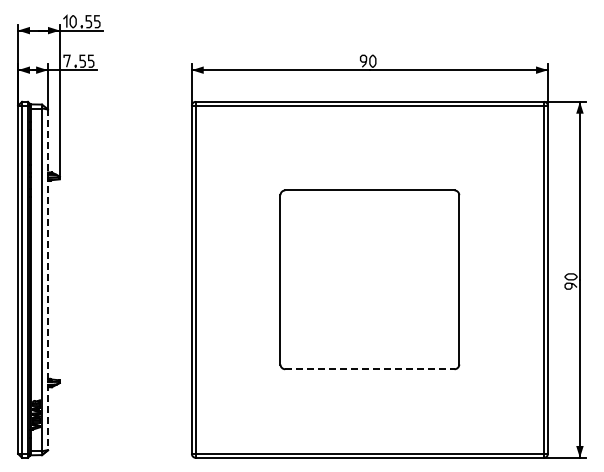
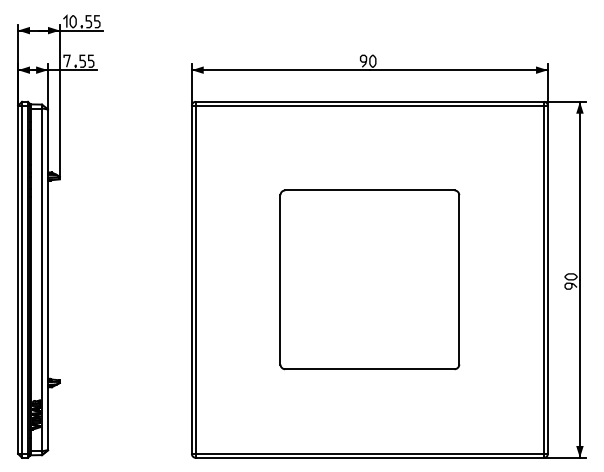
line at (47, 279): dashed -> solid
line at (369, 369): dashed -> solid
